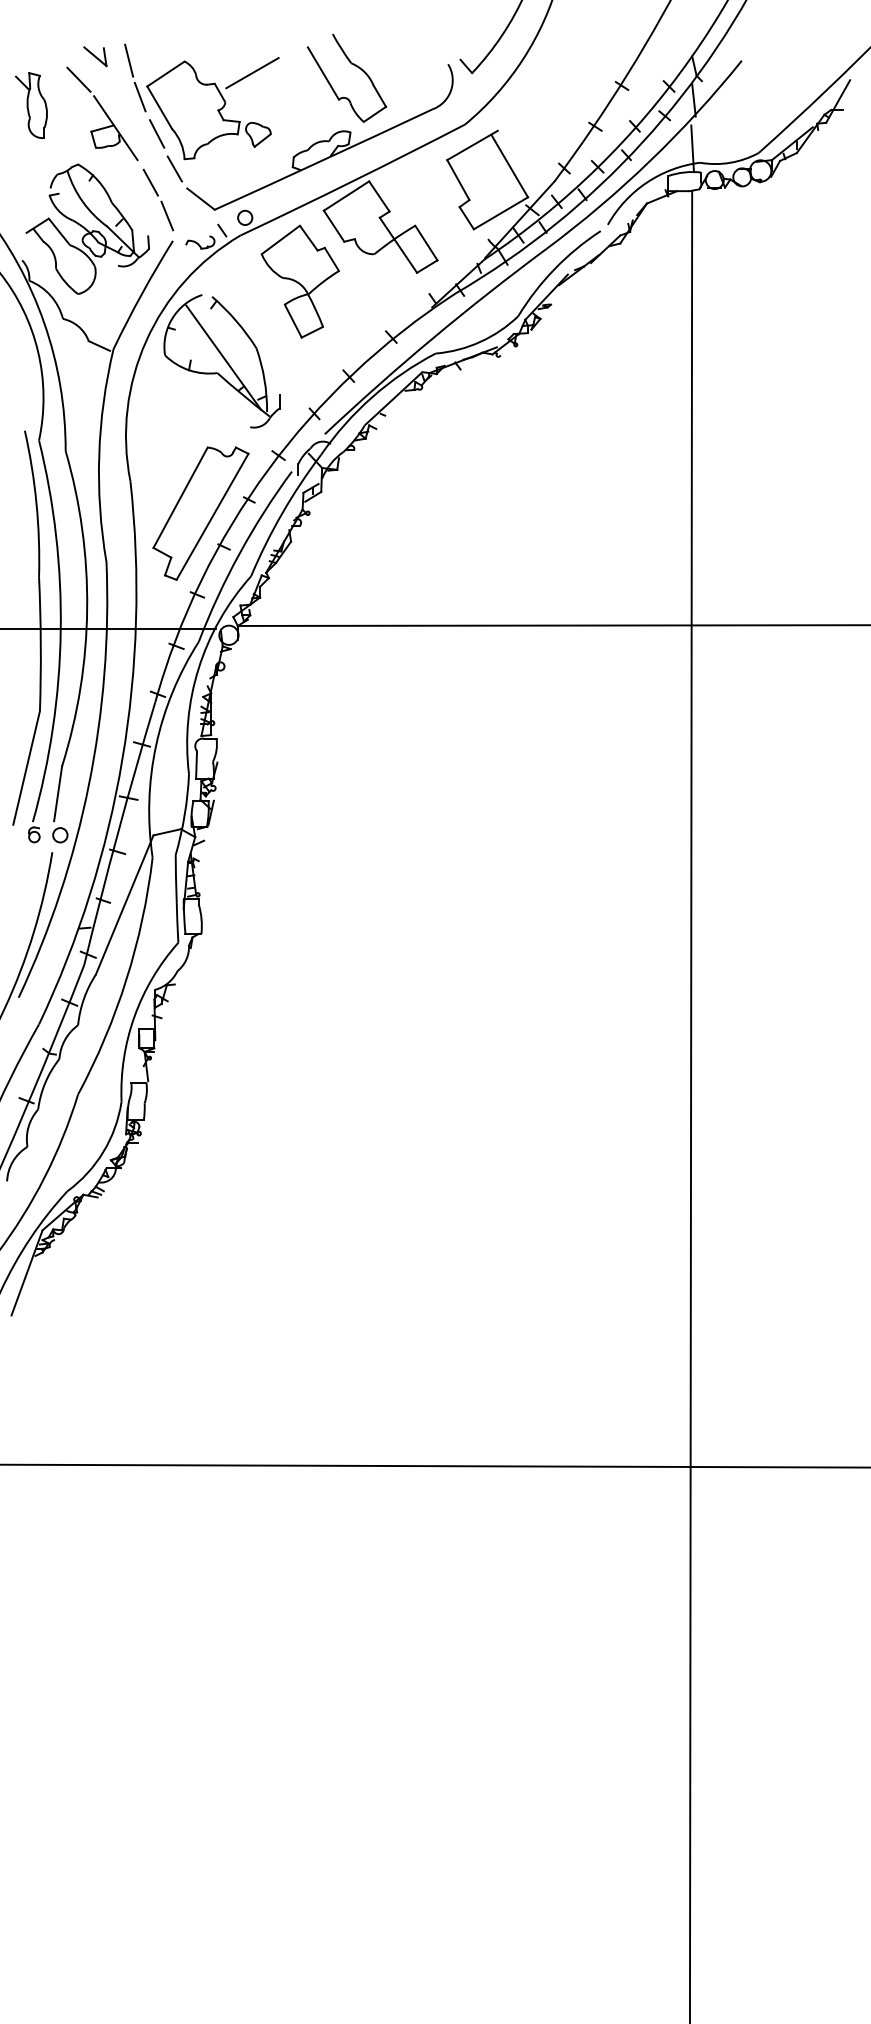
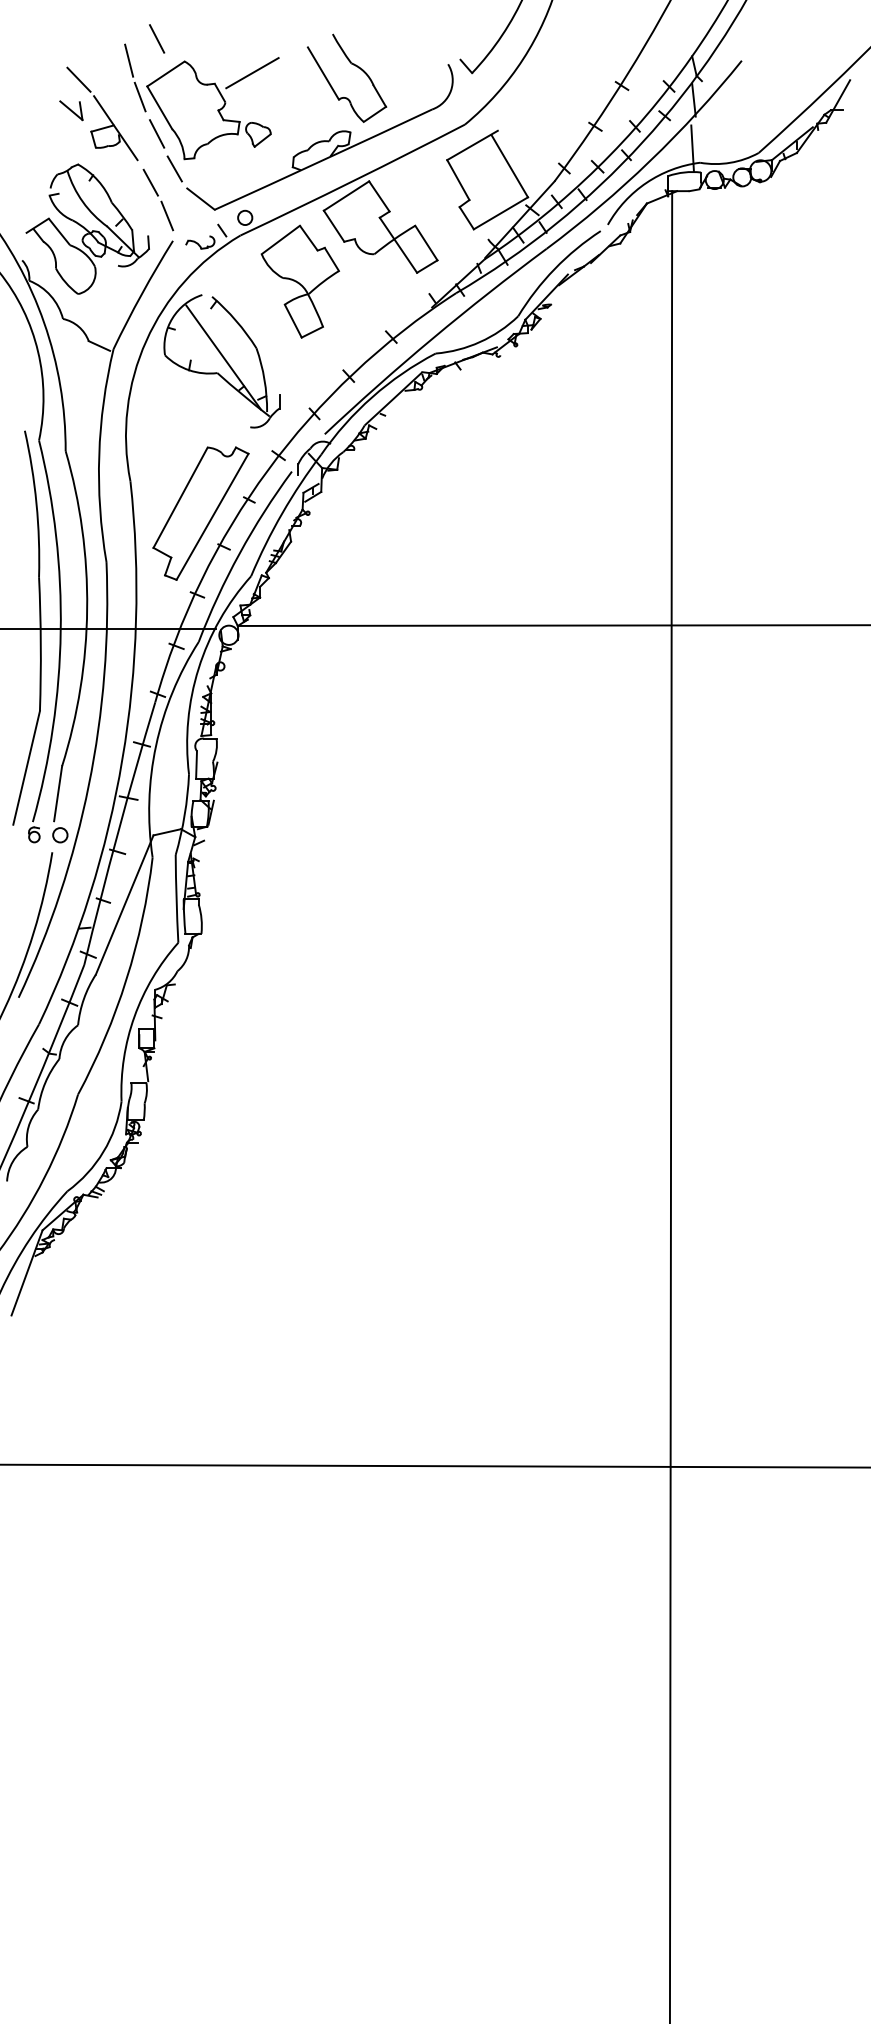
line at (157, 38): none -> present
part at (95, 56) position: (95, 56) -> (71, 110)
part at (30, 105): present -> none
line at (690, 1105) position: (690, 1105) -> (670, 1105)
